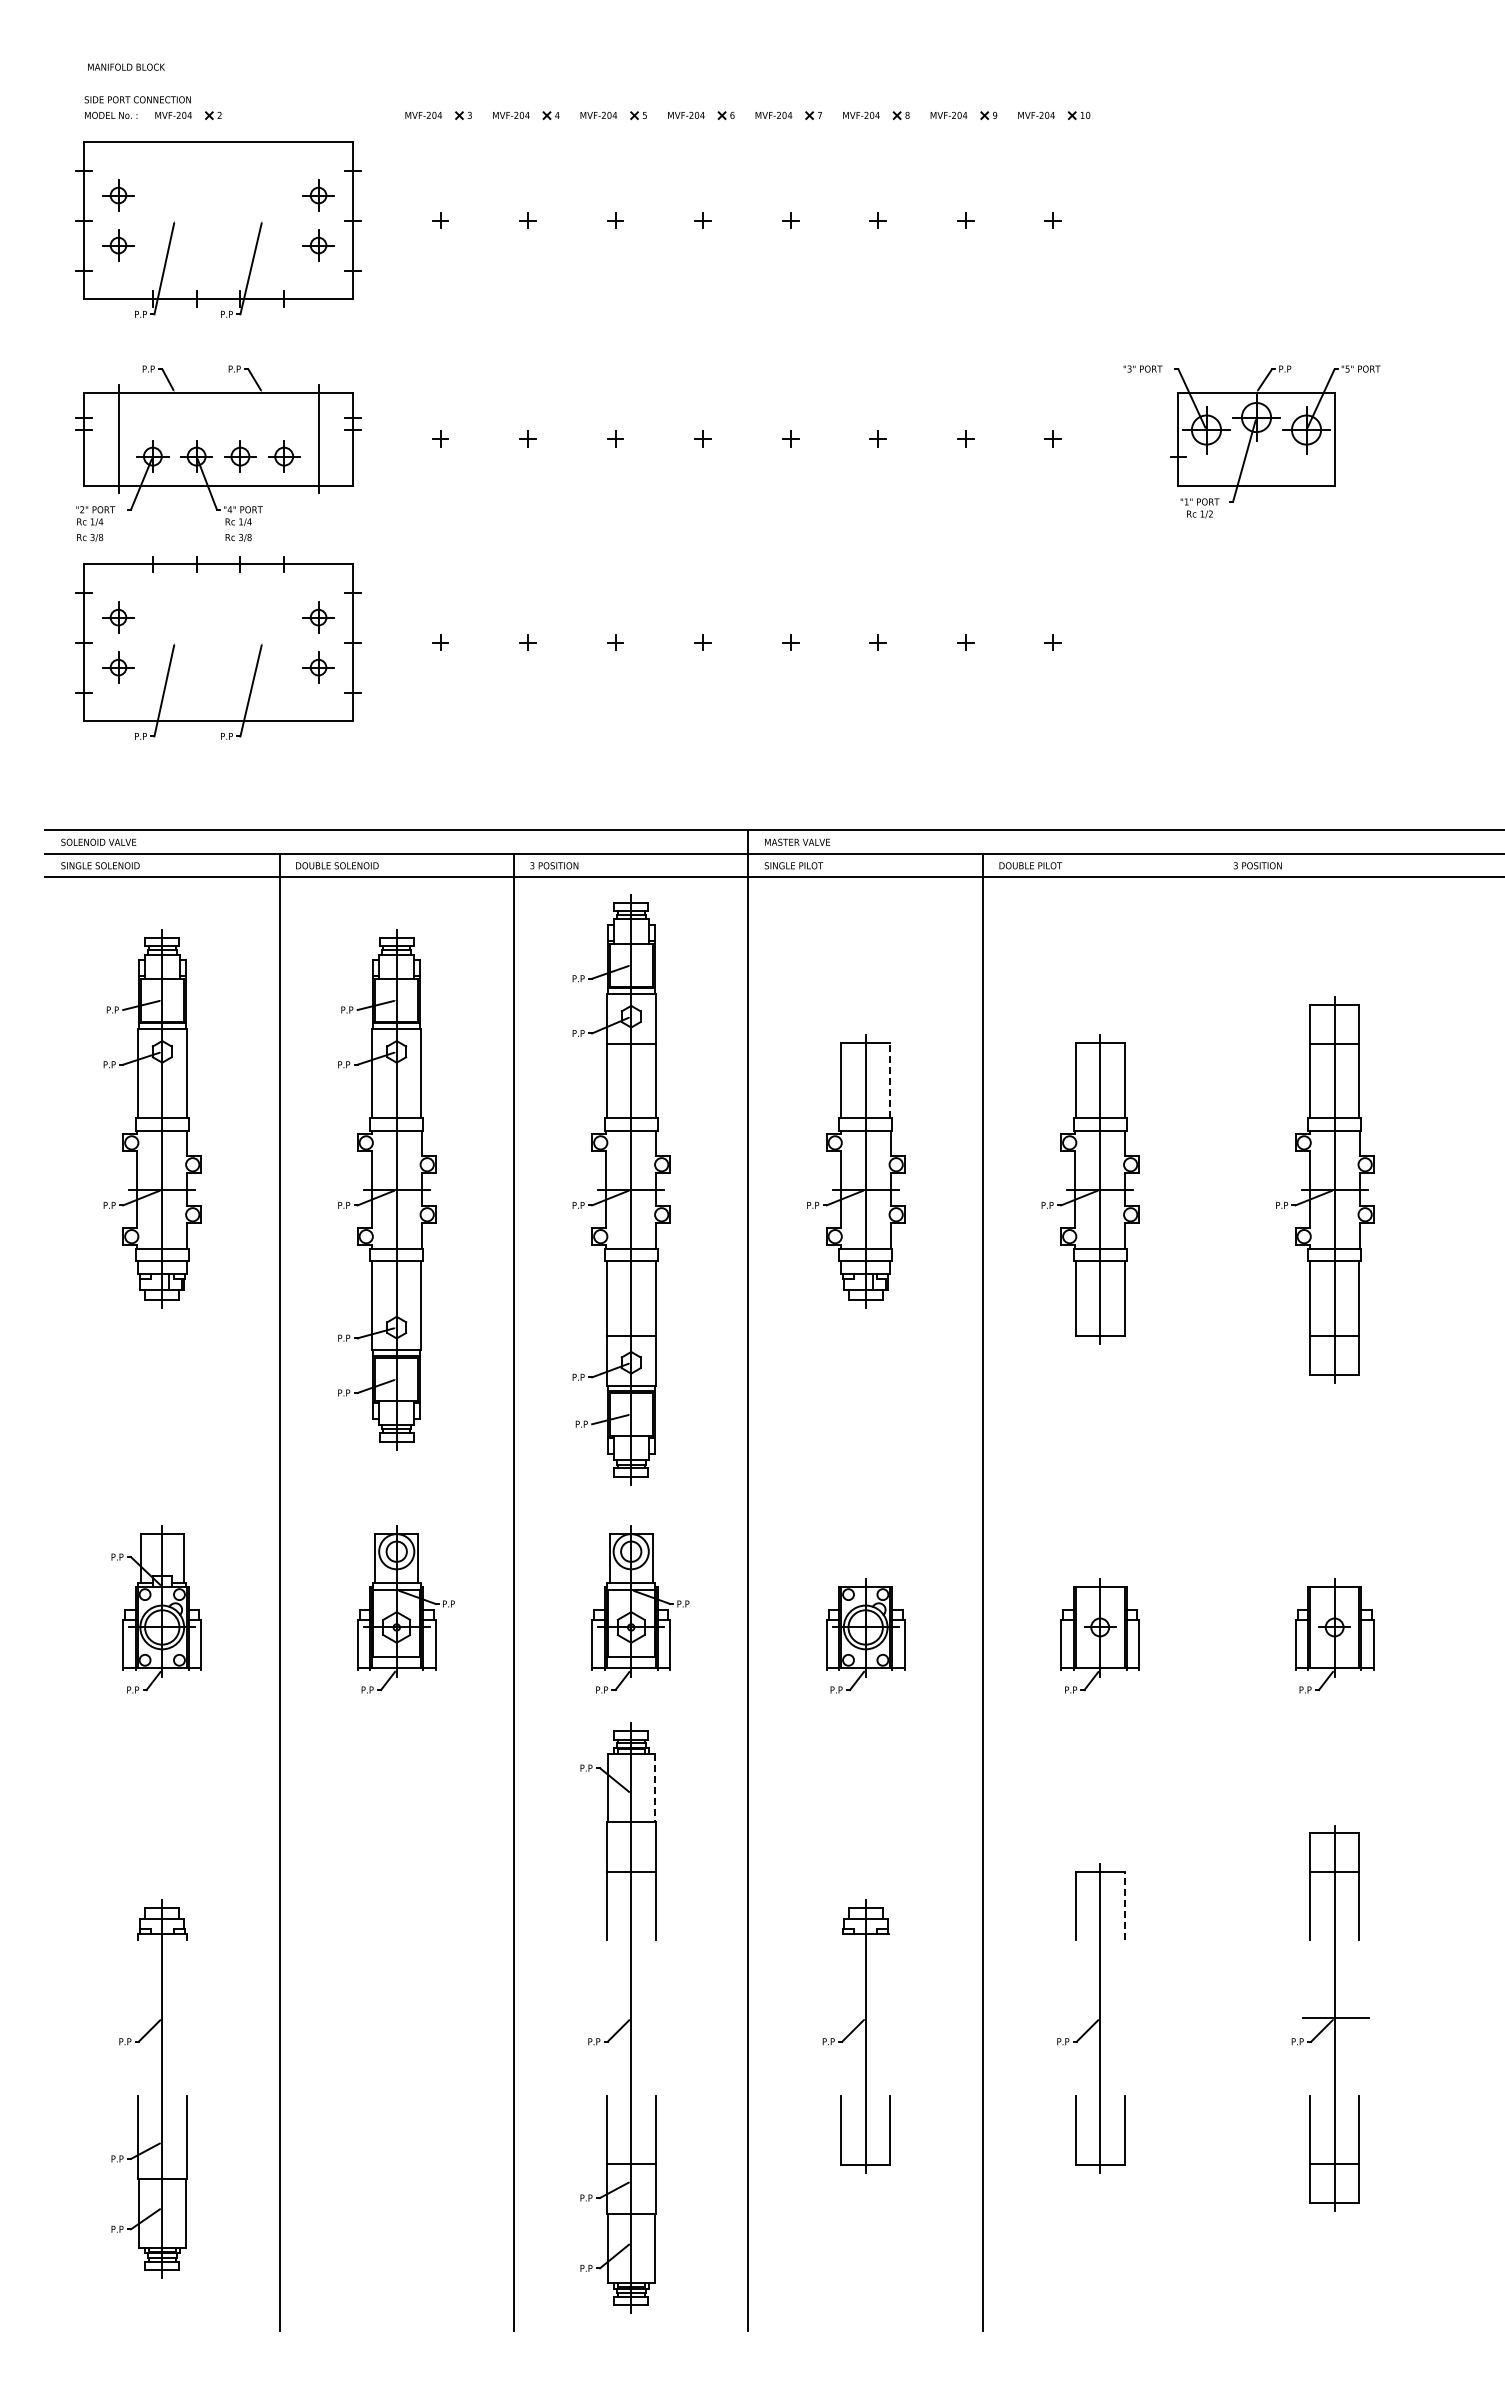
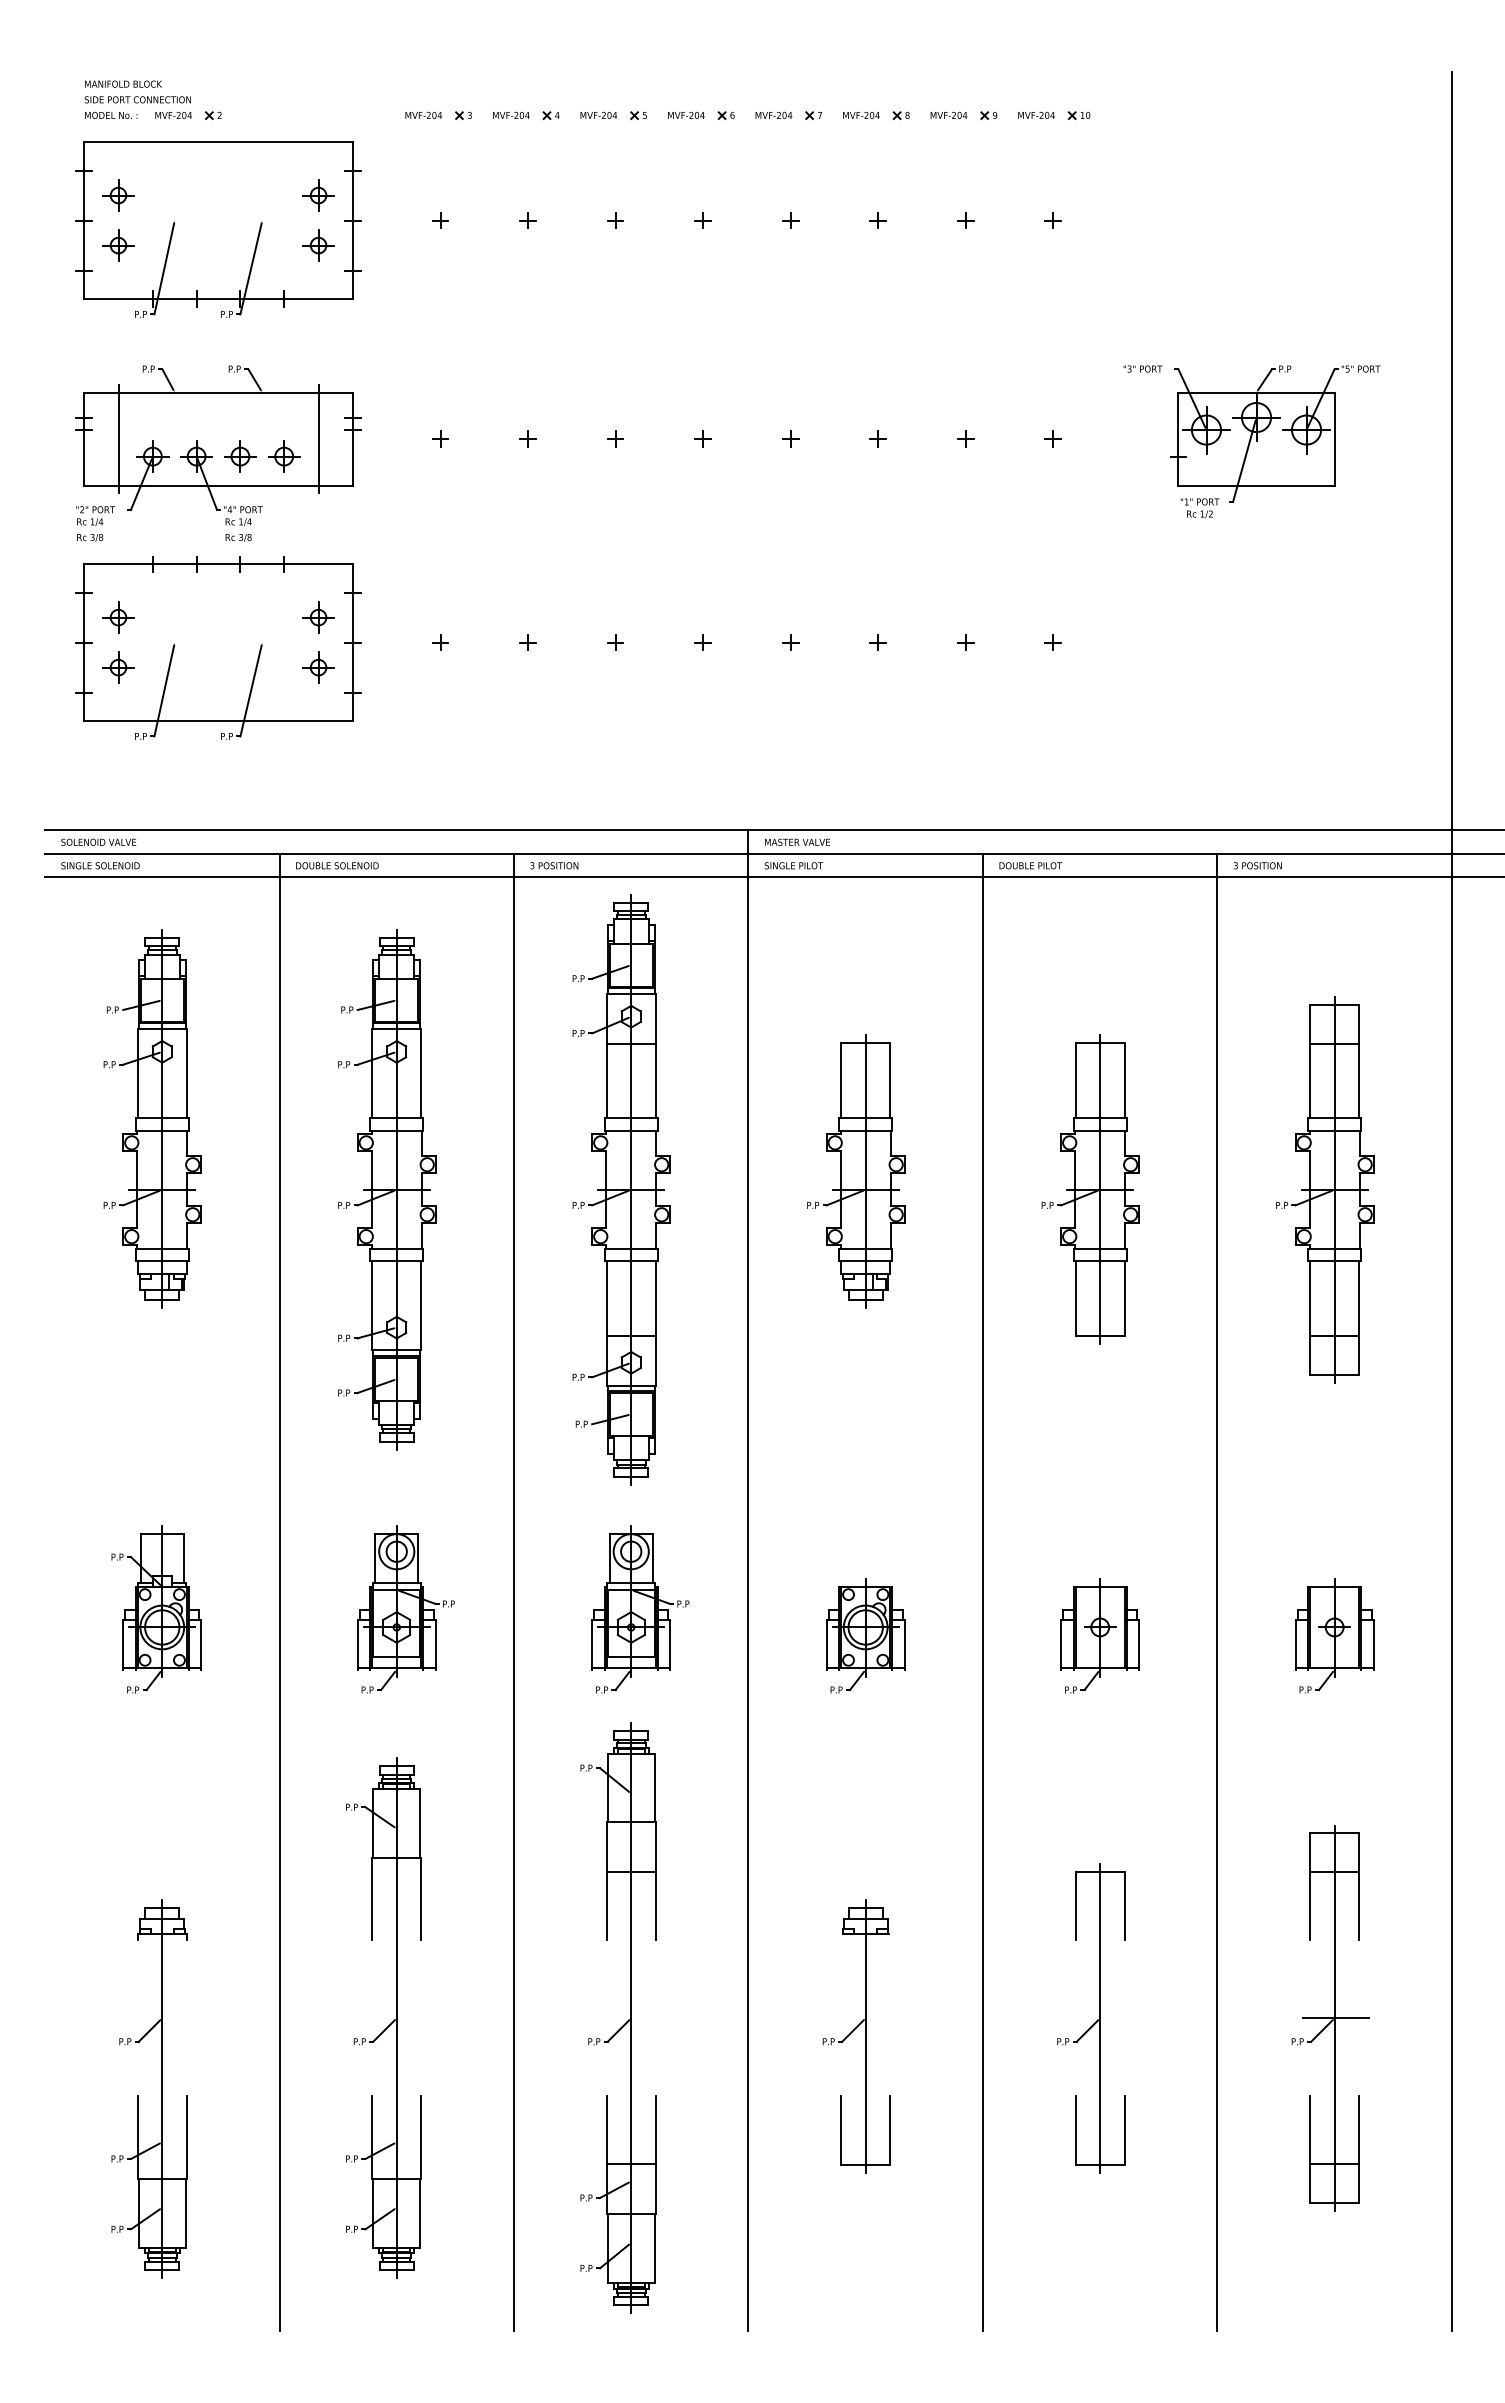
text at (126, 66) position: (126, 66) -> (123, 83)
line at (890, 1080): dashed -> solid
line at (1451, 1201): none -> present
line at (1217, 1591): none -> present
line at (654, 1788): dashed -> solid
line at (1124, 1905): dashed -> solid
part at (390, 2023): none -> present
